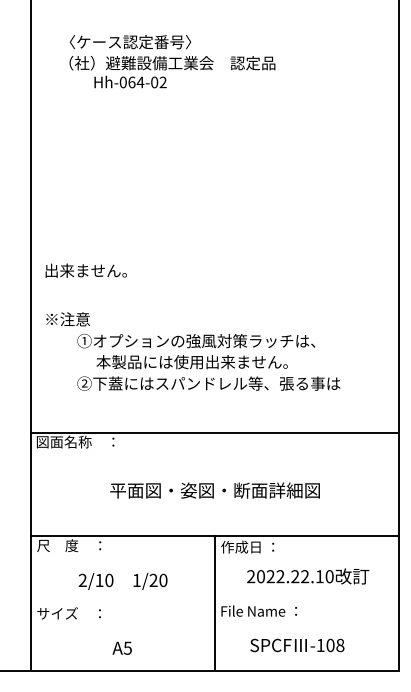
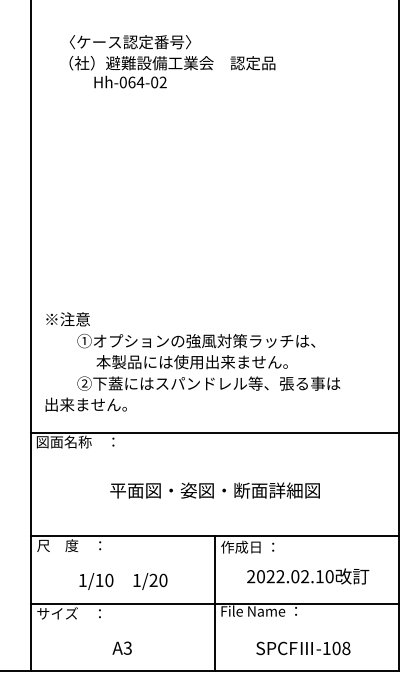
text at (85, 270) position: (85, 270) -> (85, 404)
text at (295, 576): 2022.22.10 -> 2022.02.10
text at (82, 579): 2/10 -> 1/10
line at (214, 603): none -> present
text at (297, 645) position: (297, 645) -> (303, 648)
text at (127, 647): A5 -> A3
